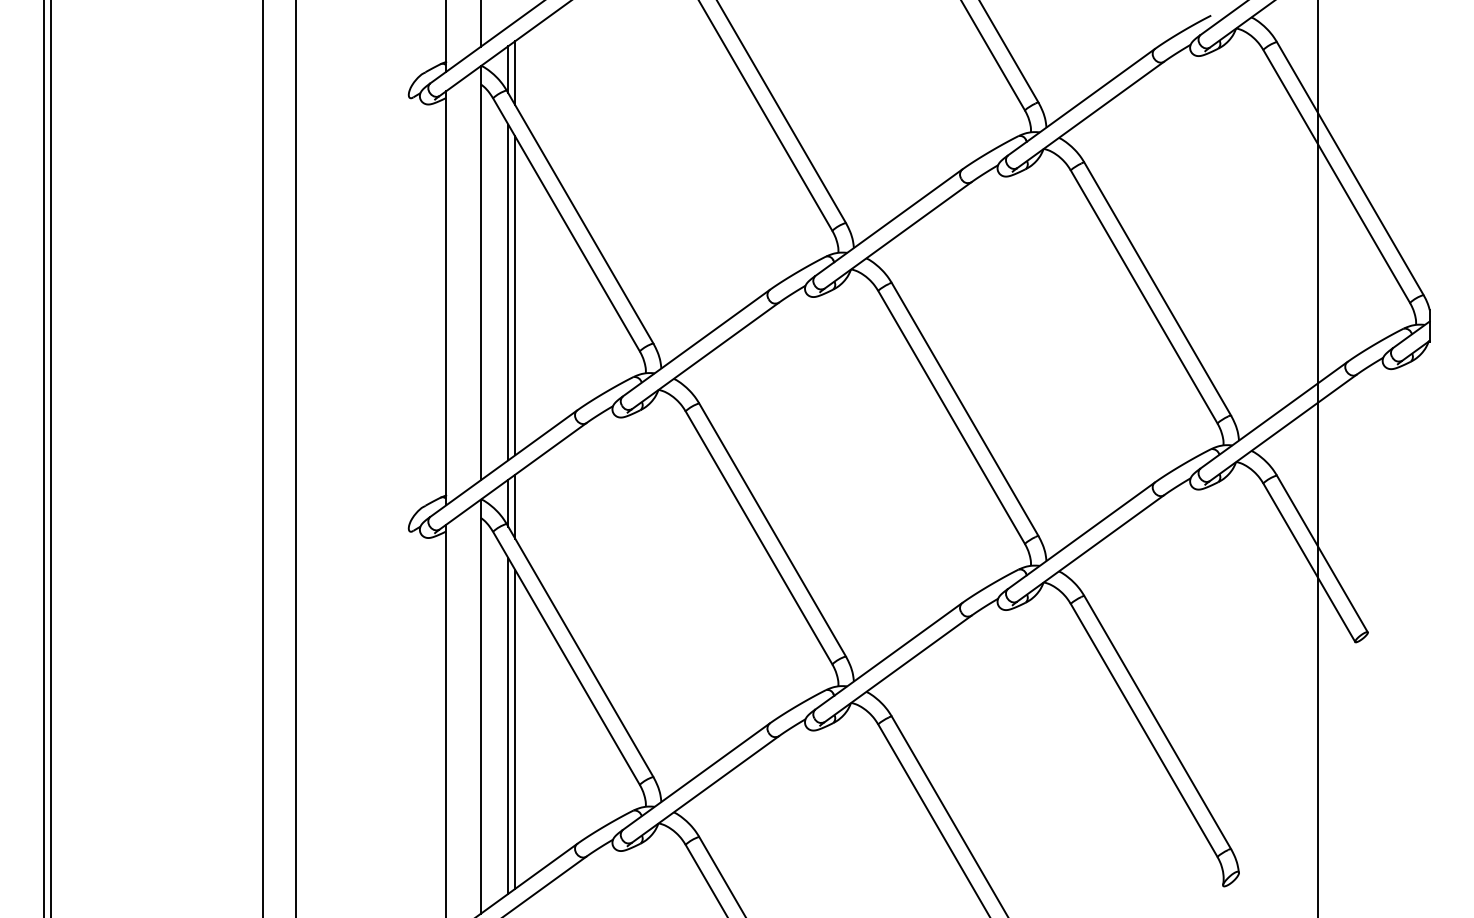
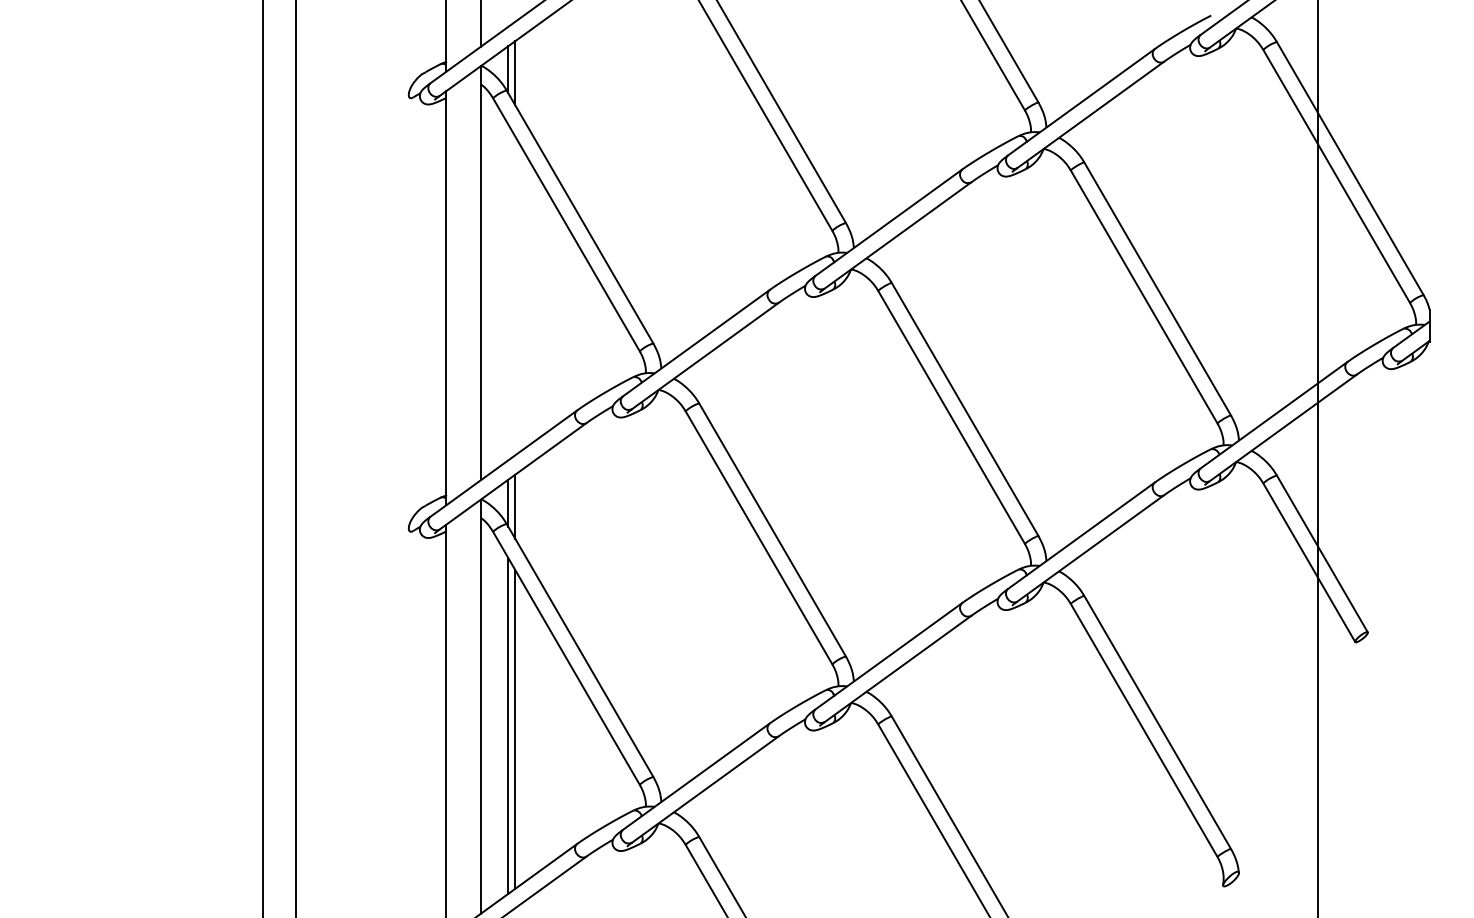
line at (508, 292): present -> none
line at (515, 295): present -> none
line at (44, 458): present -> none
line at (50, 458): present -> none
